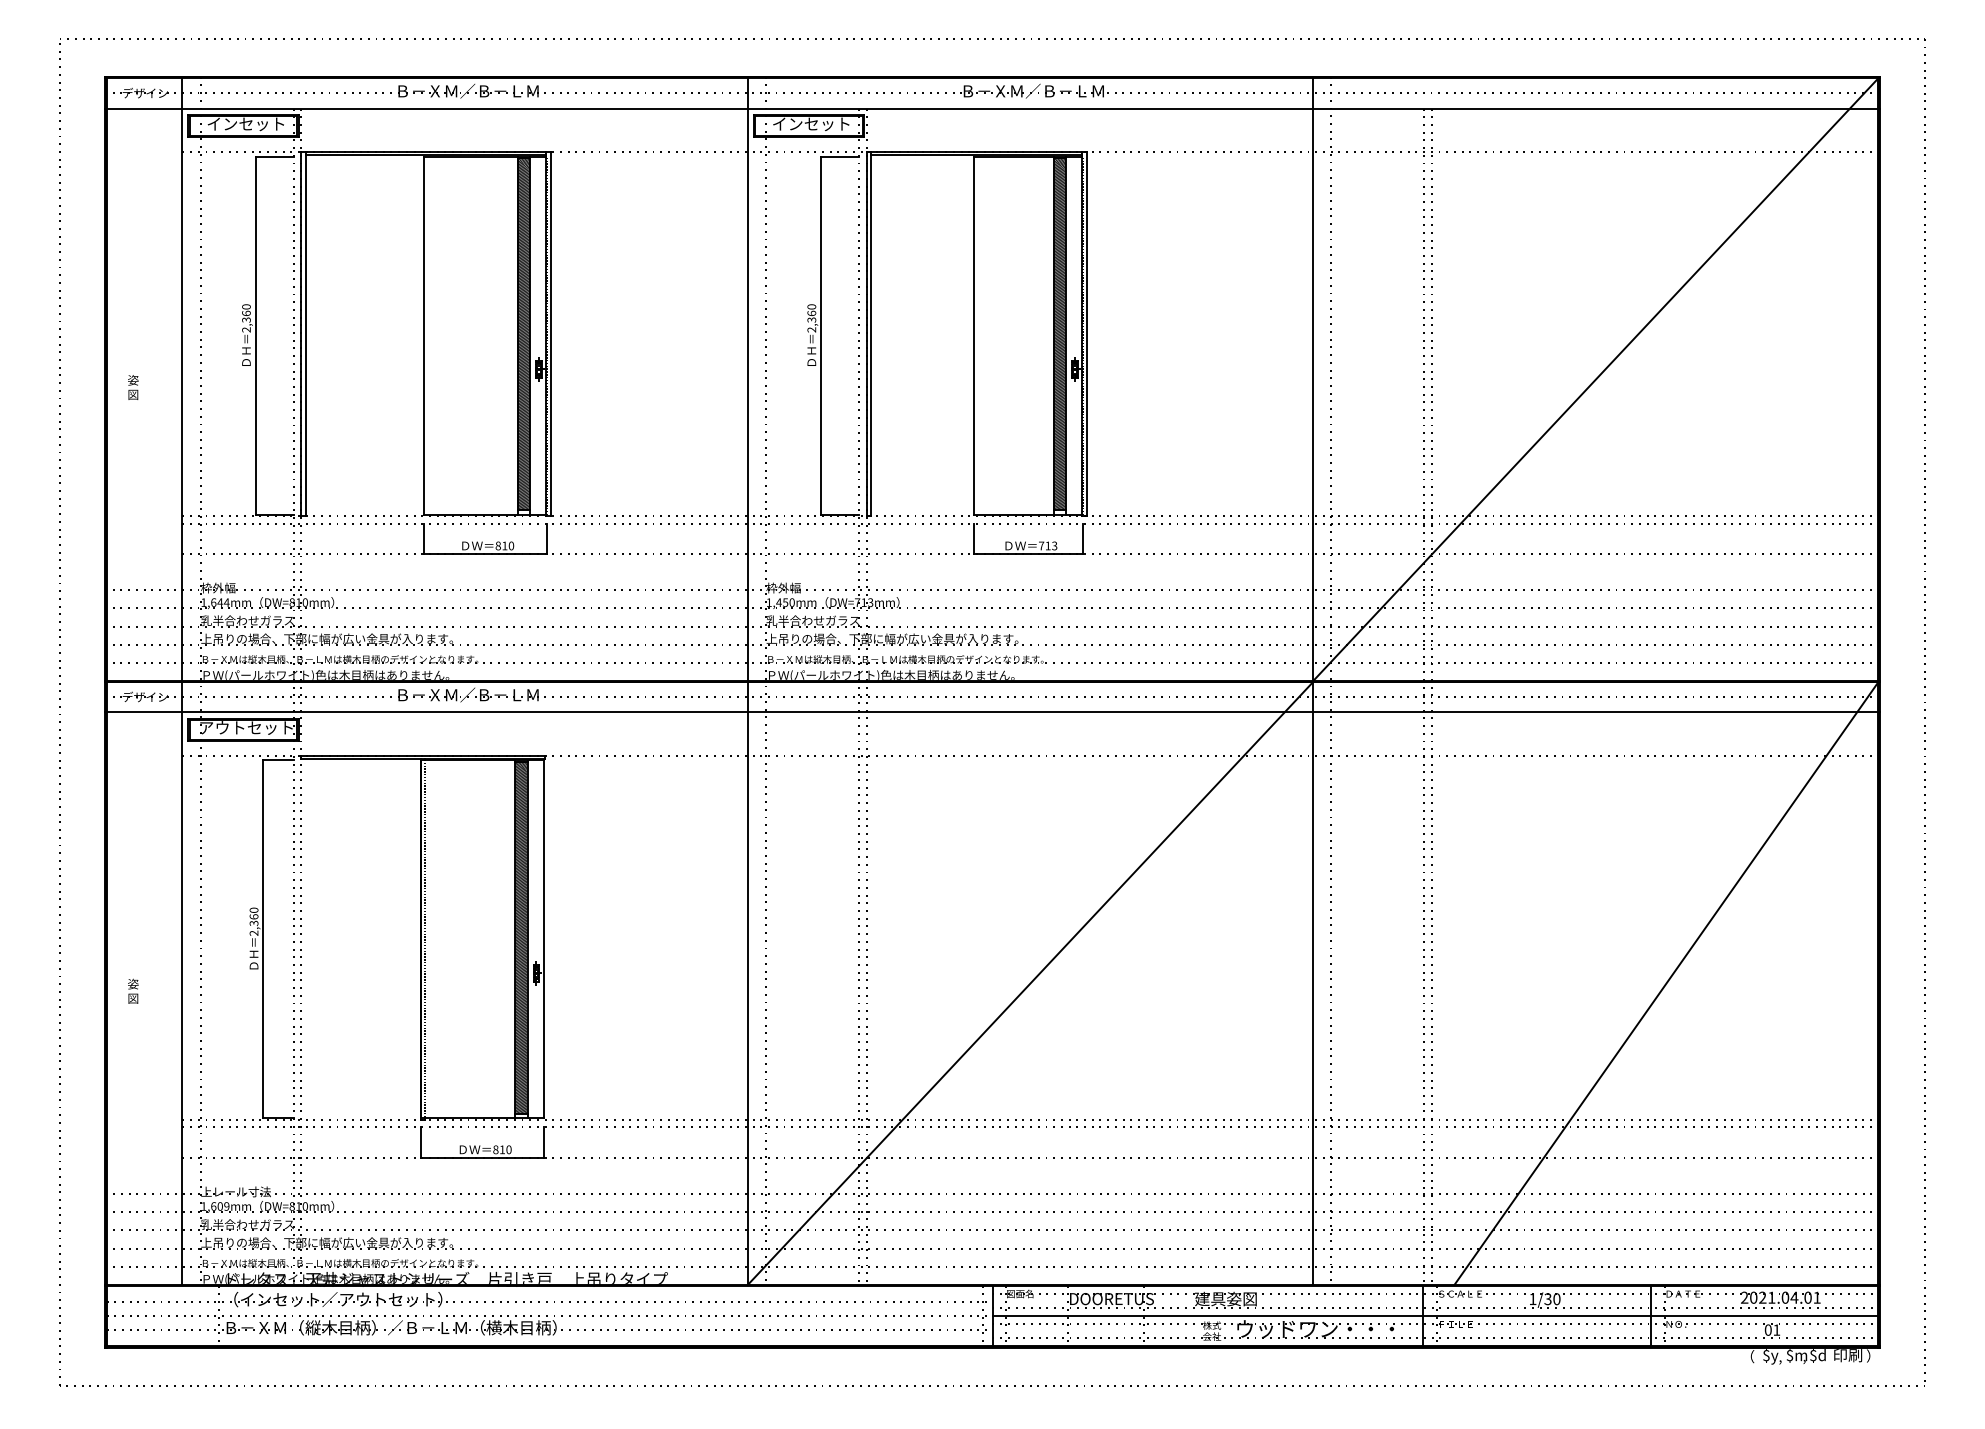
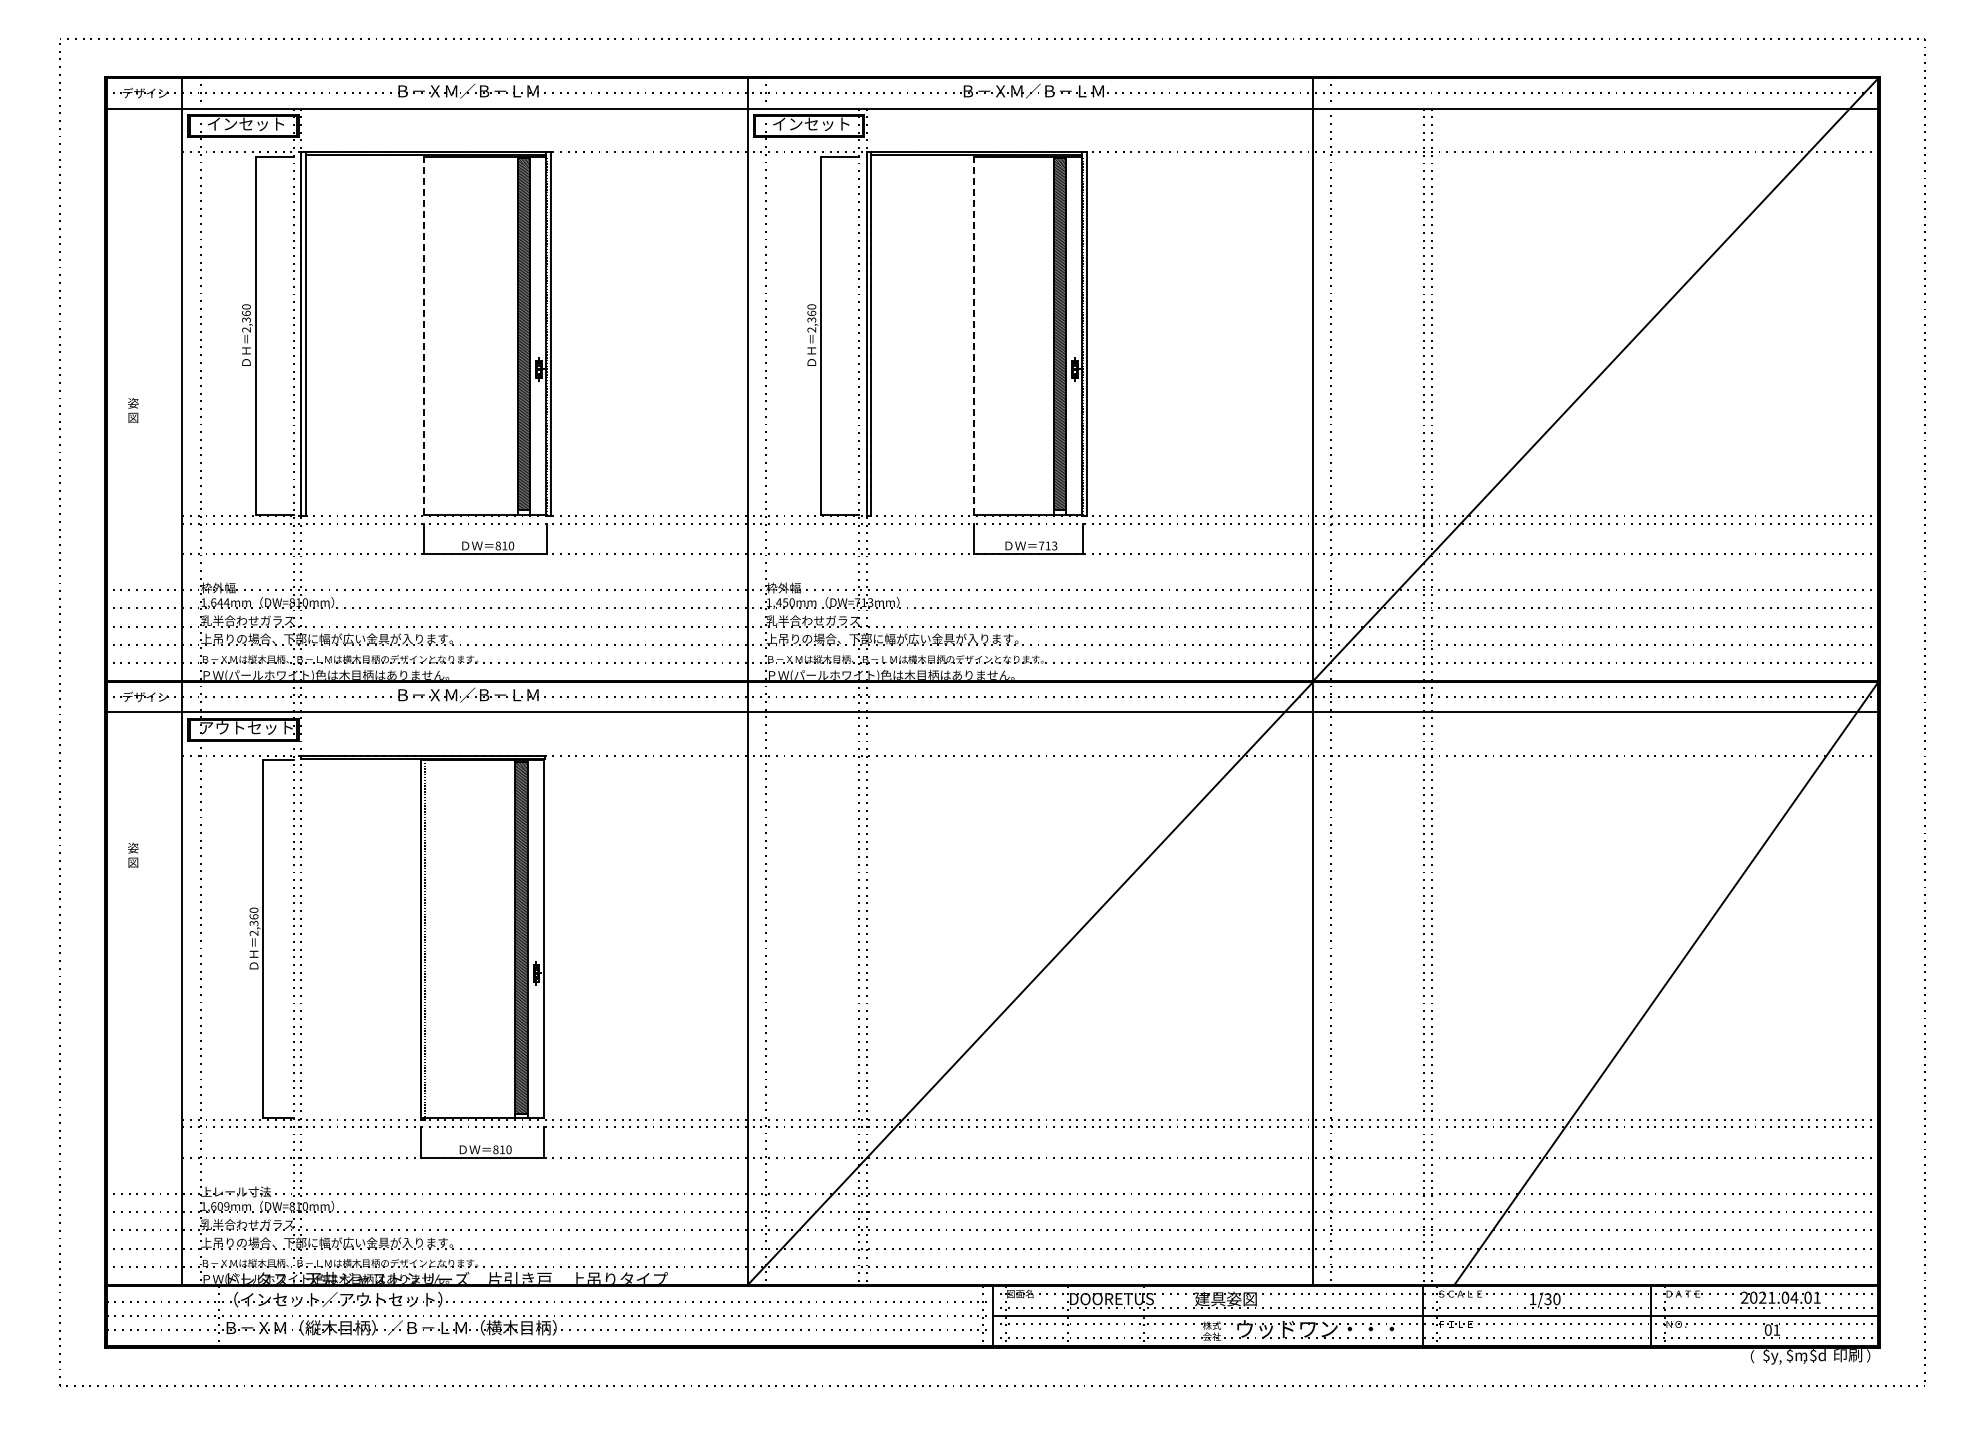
line at (423, 335): solid -> dashed
line at (974, 335): solid -> dashed
text at (133, 387) position: (133, 387) -> (133, 410)
text at (133, 990) position: (133, 990) -> (133, 854)
